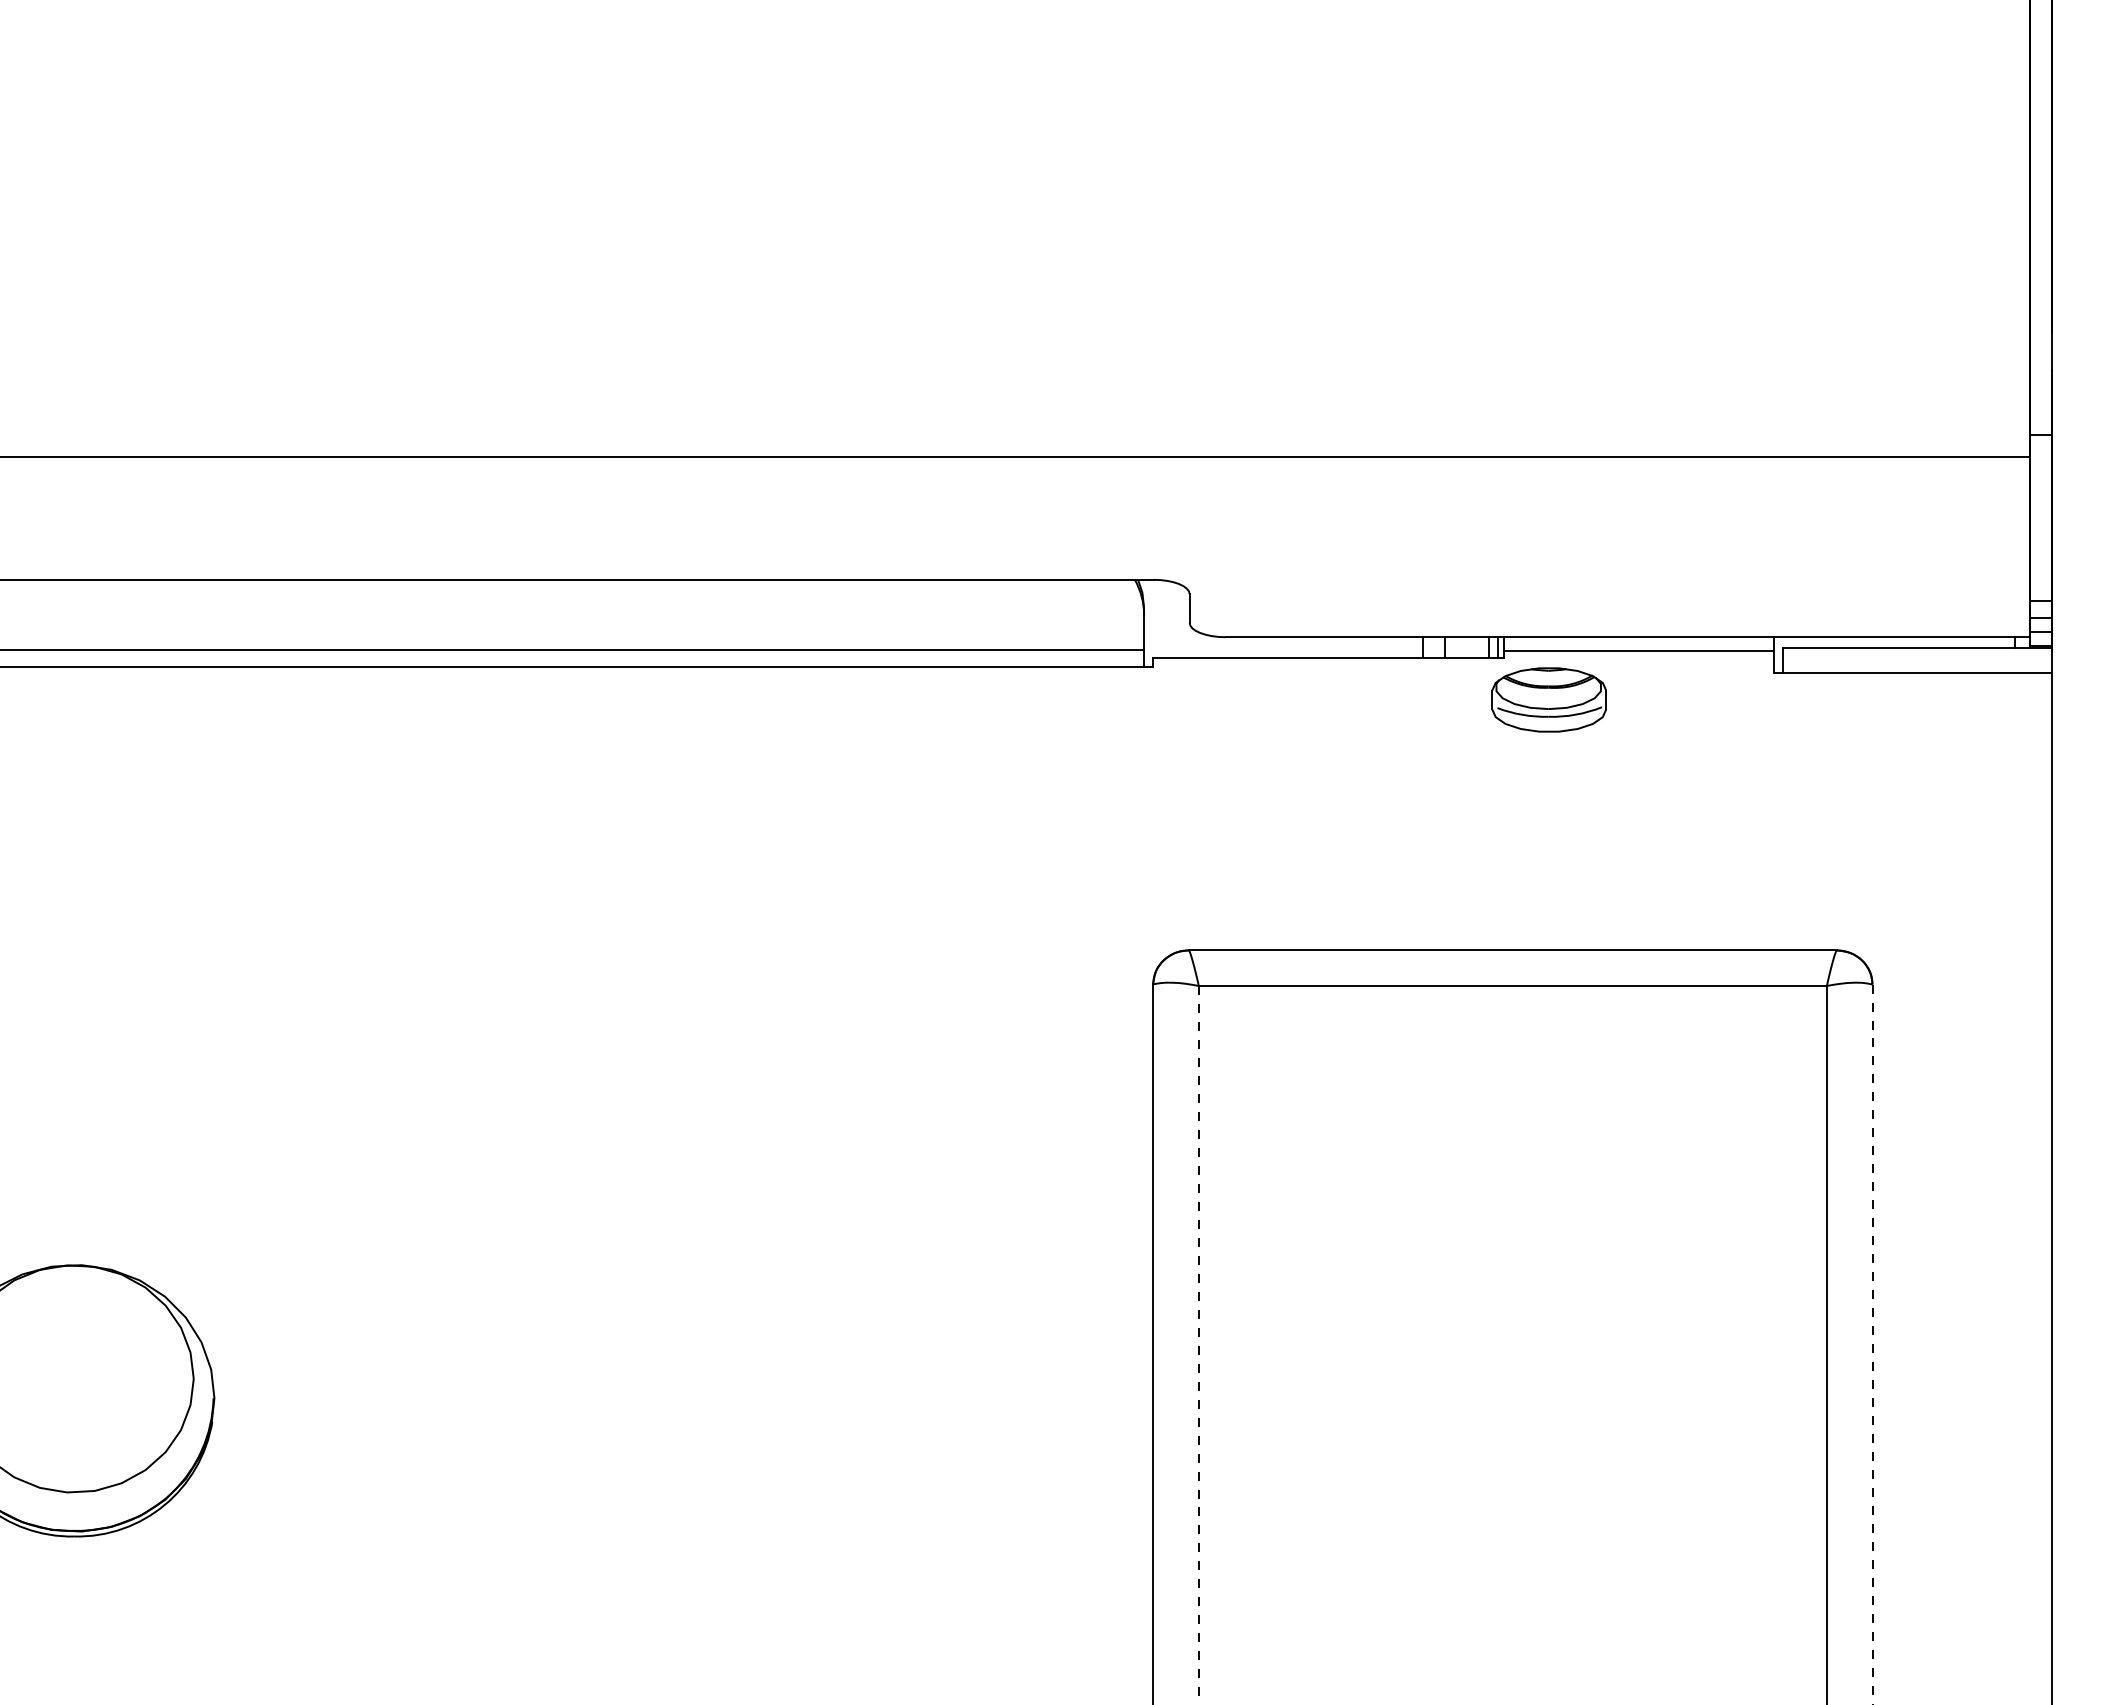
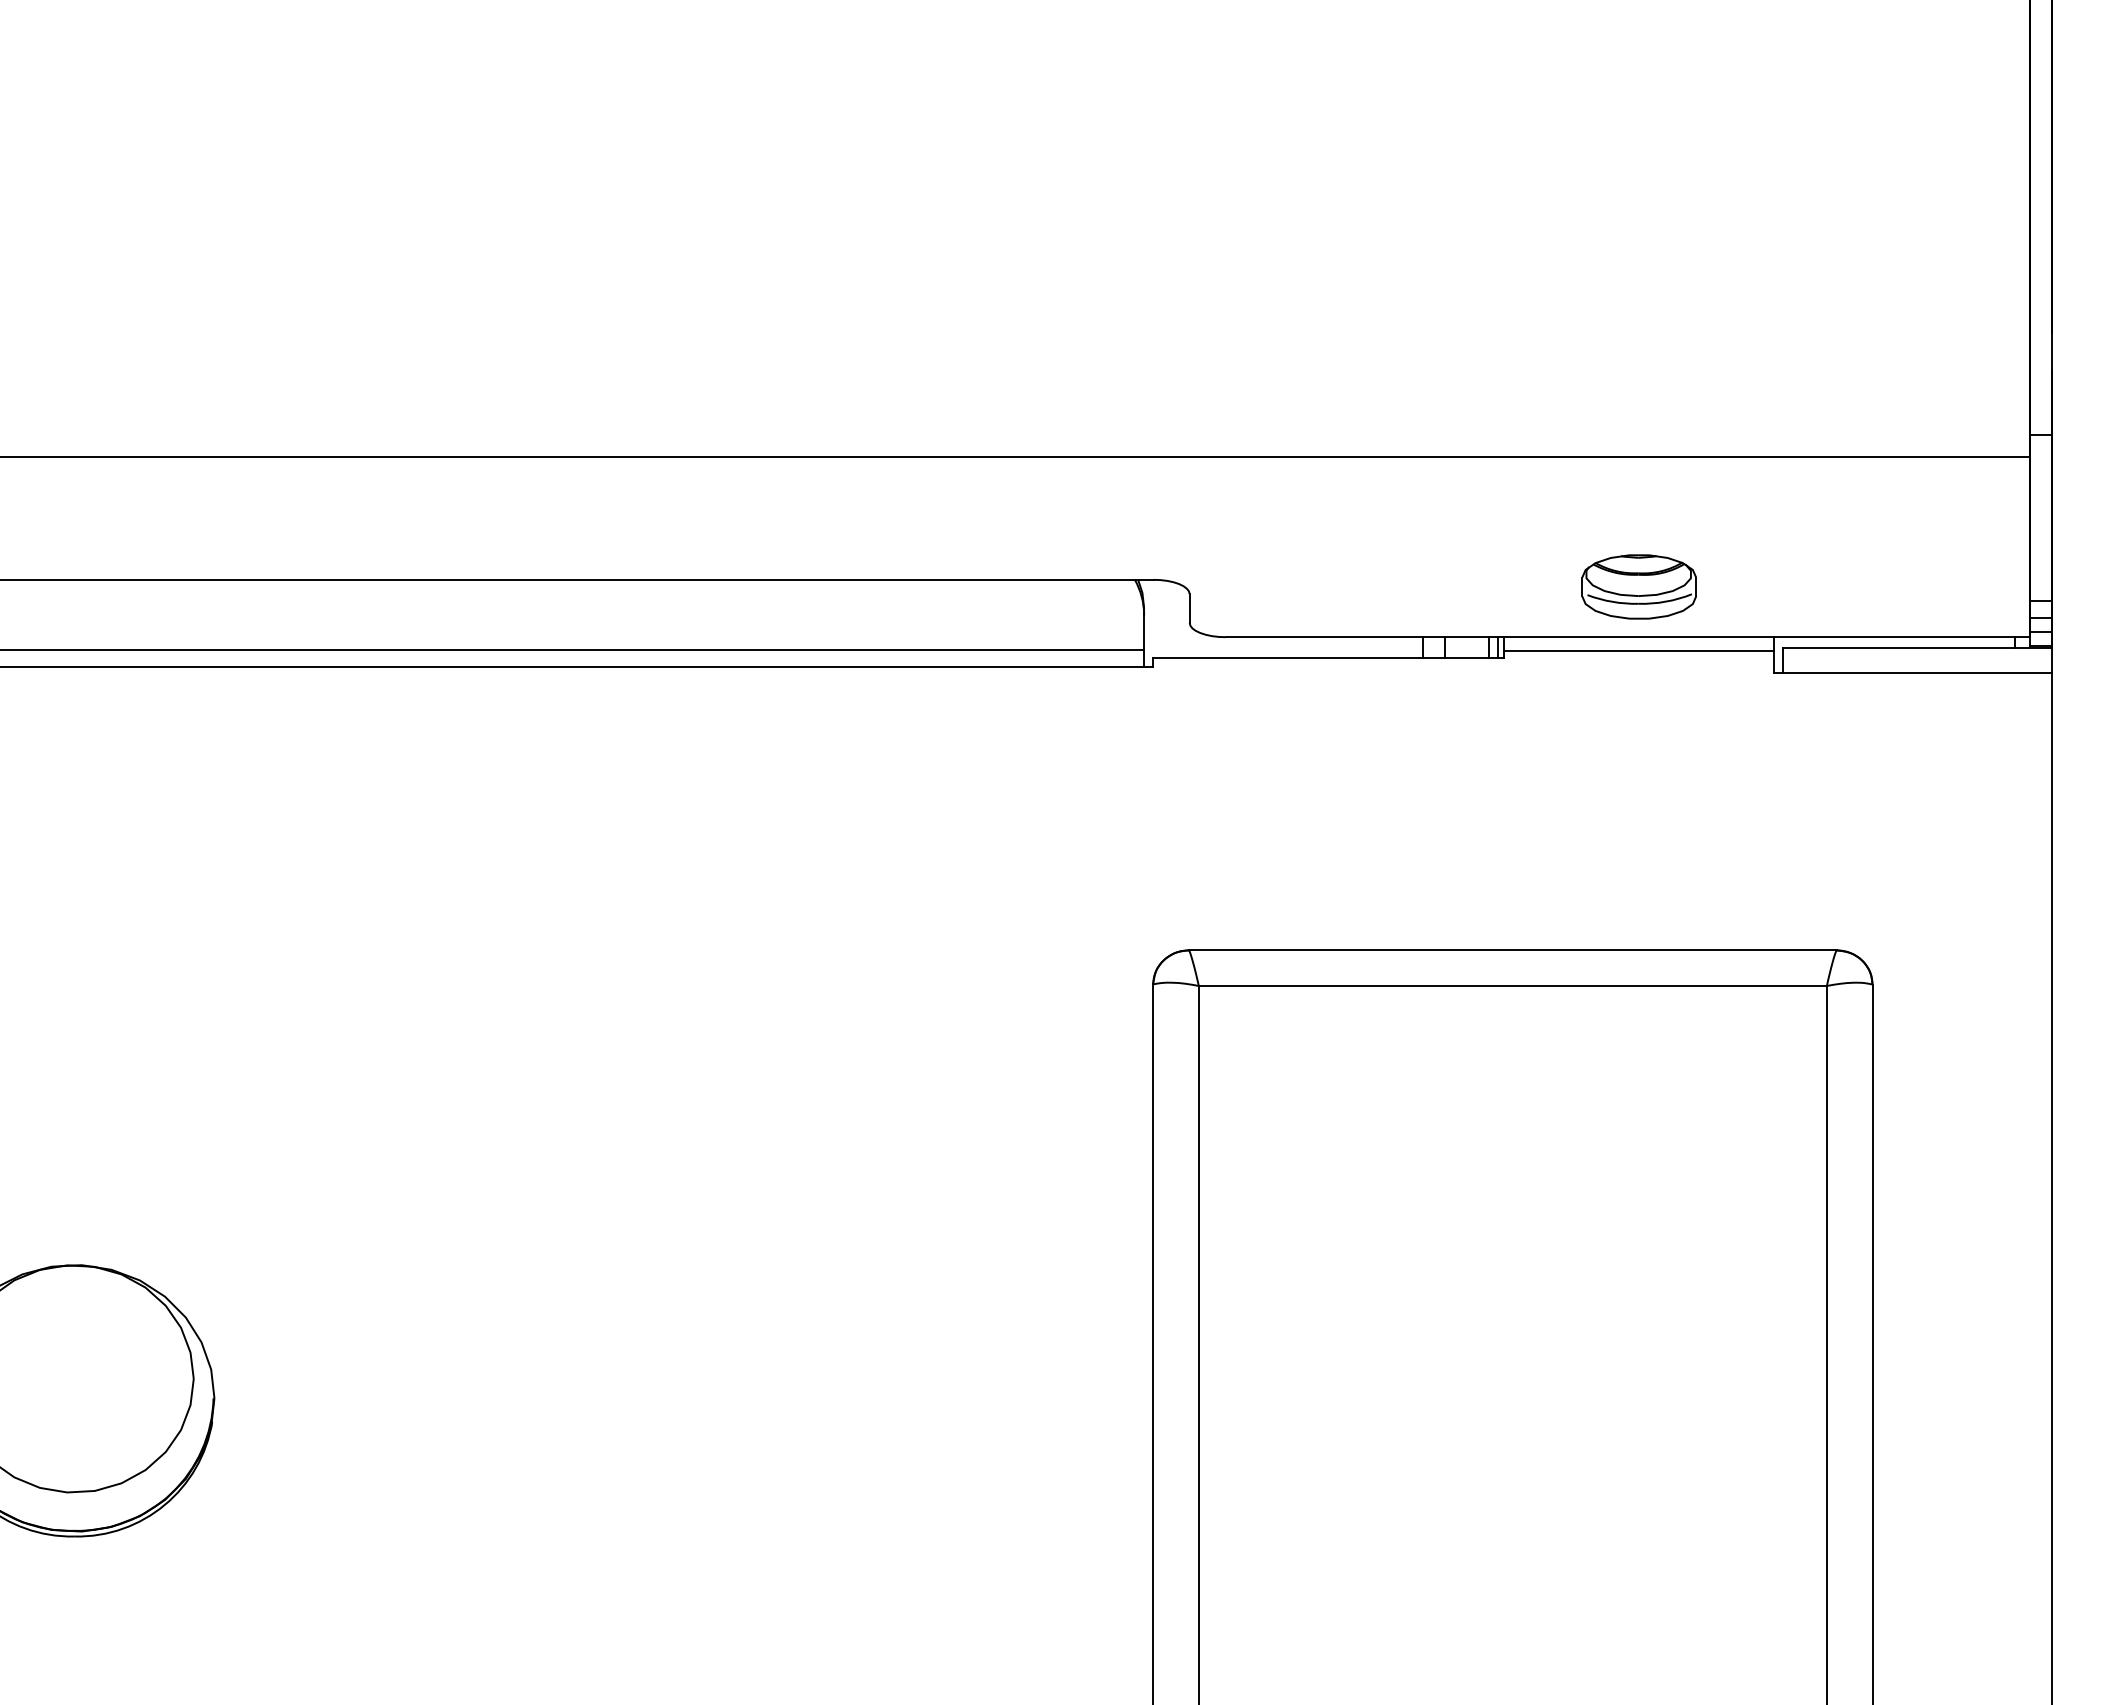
part at (1548, 699) position: (1548, 699) -> (1638, 586)
line at (1872, 1344): dashed -> solid
line at (1198, 1345): dashed -> solid
